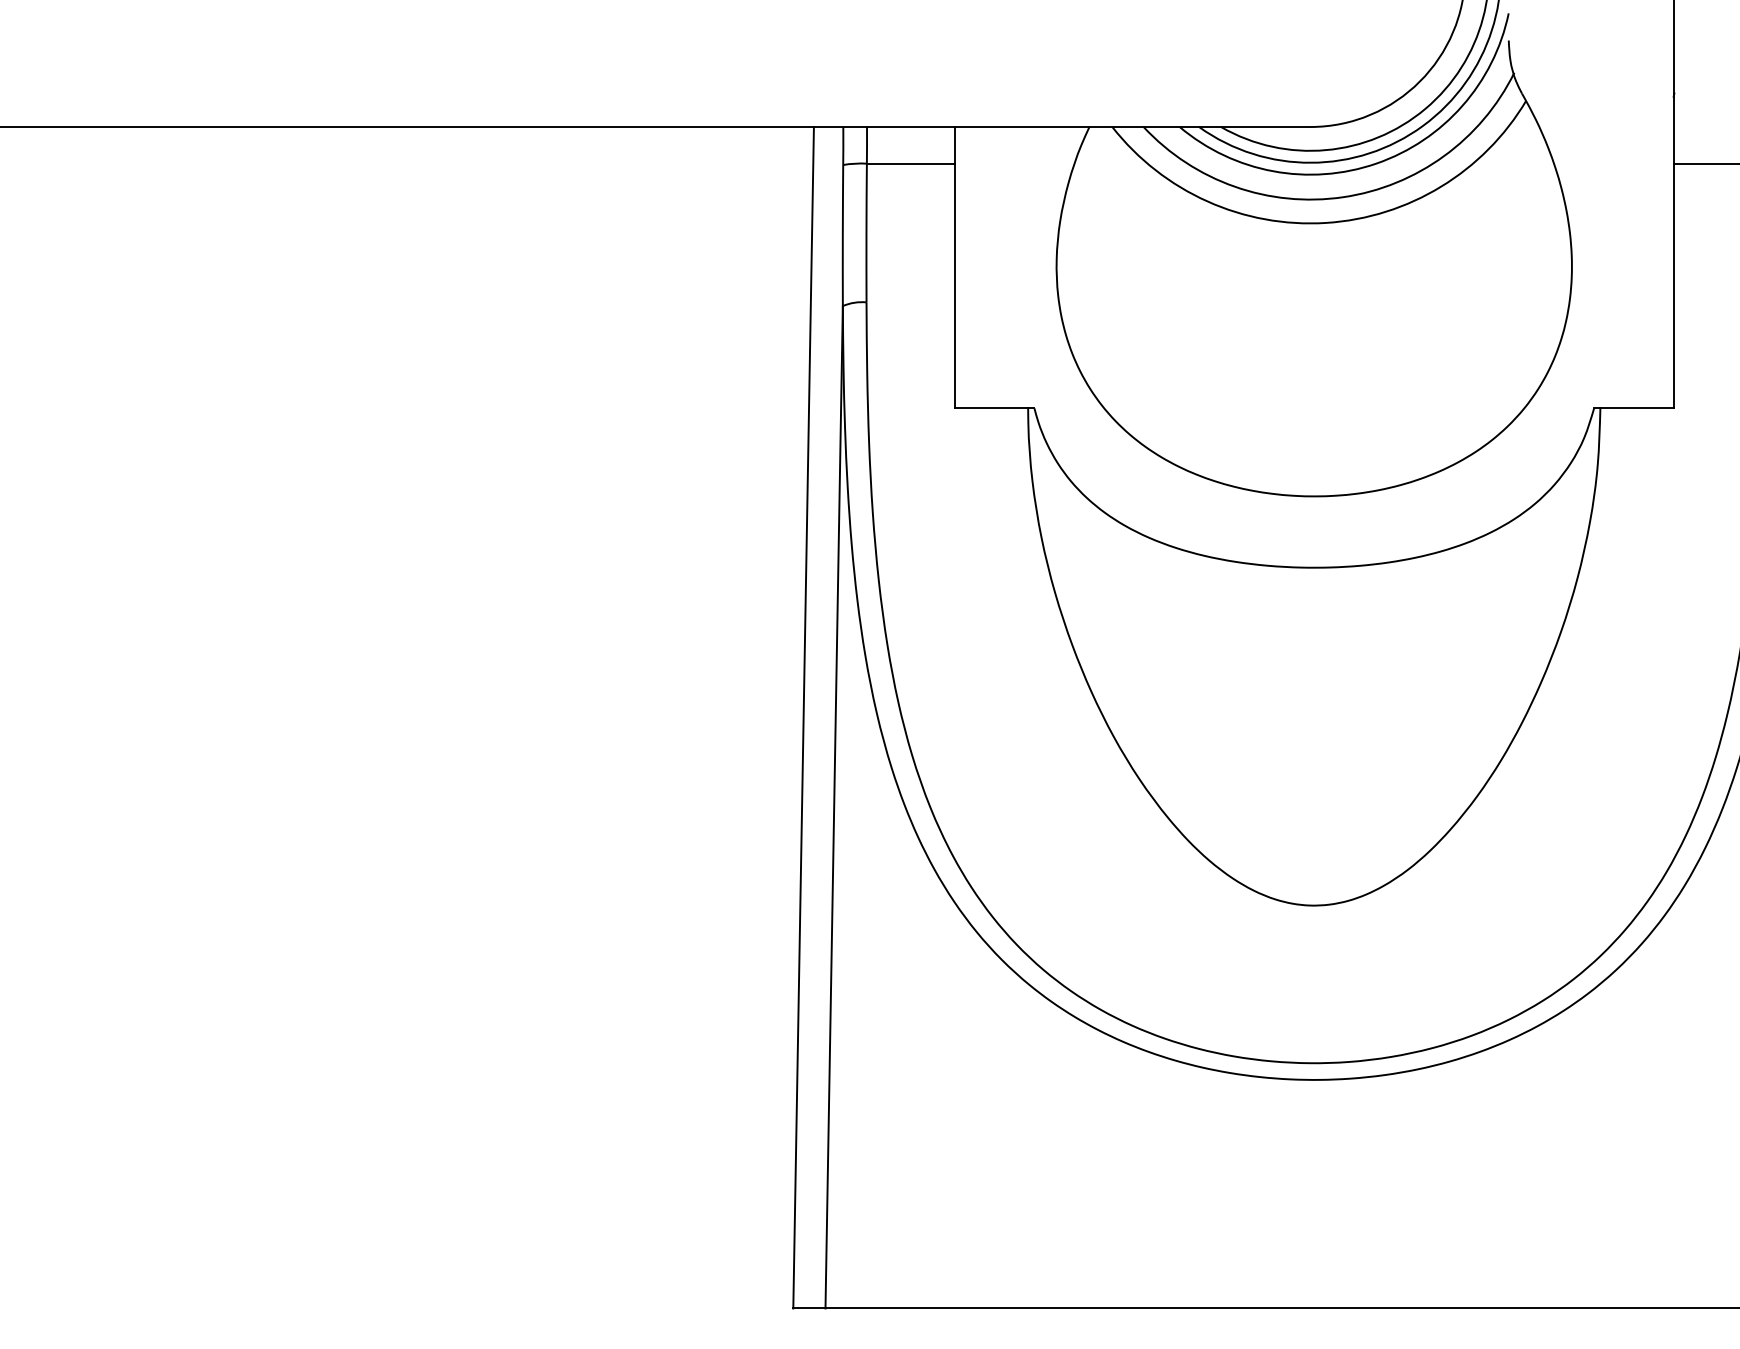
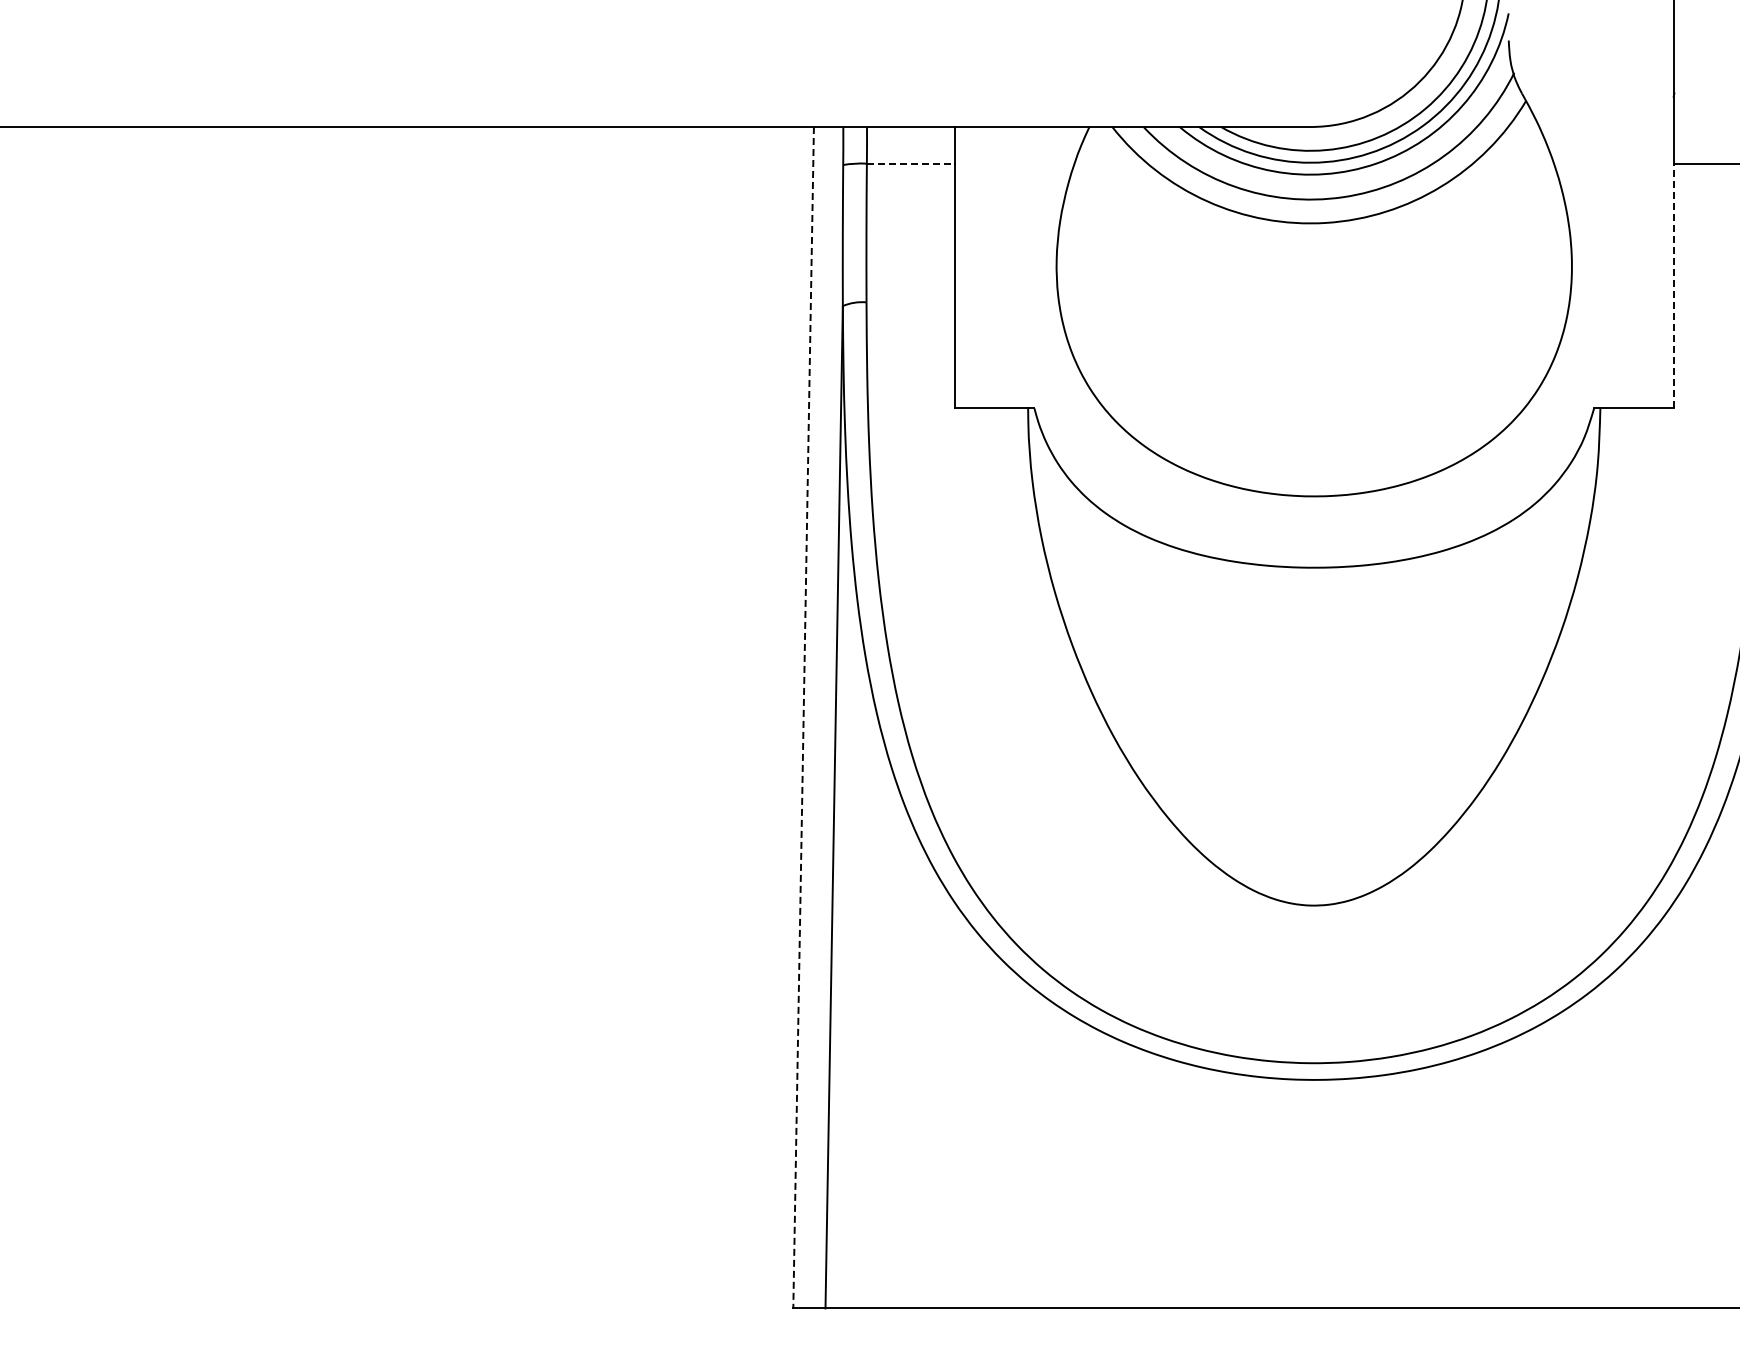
line at (910, 163): solid -> dashed
line at (1673, 285): solid -> dashed
line at (803, 717): solid -> dashed
